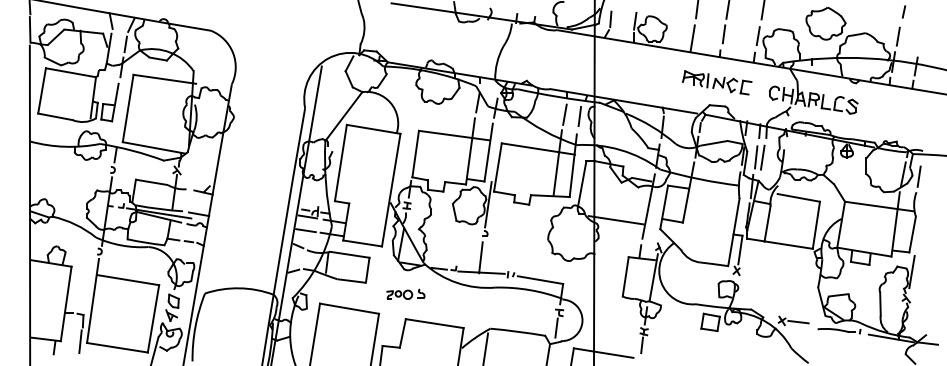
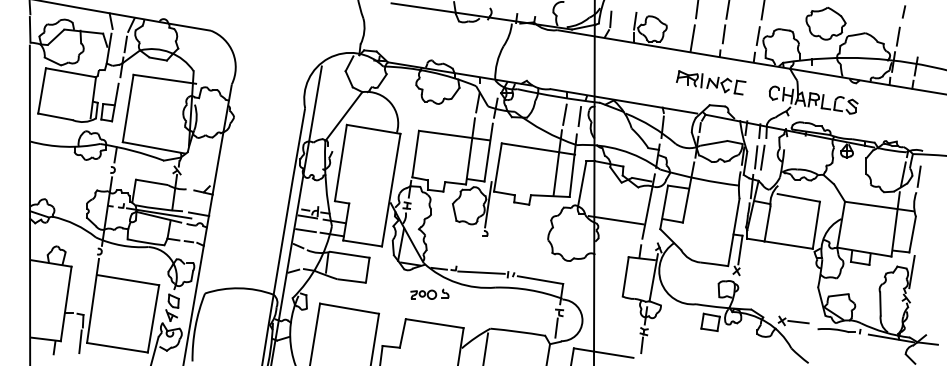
part at (717, 82) position: (717, 82) -> (711, 82)
line at (480, 257): present -> none
part at (405, 293) position: (405, 293) -> (429, 293)
